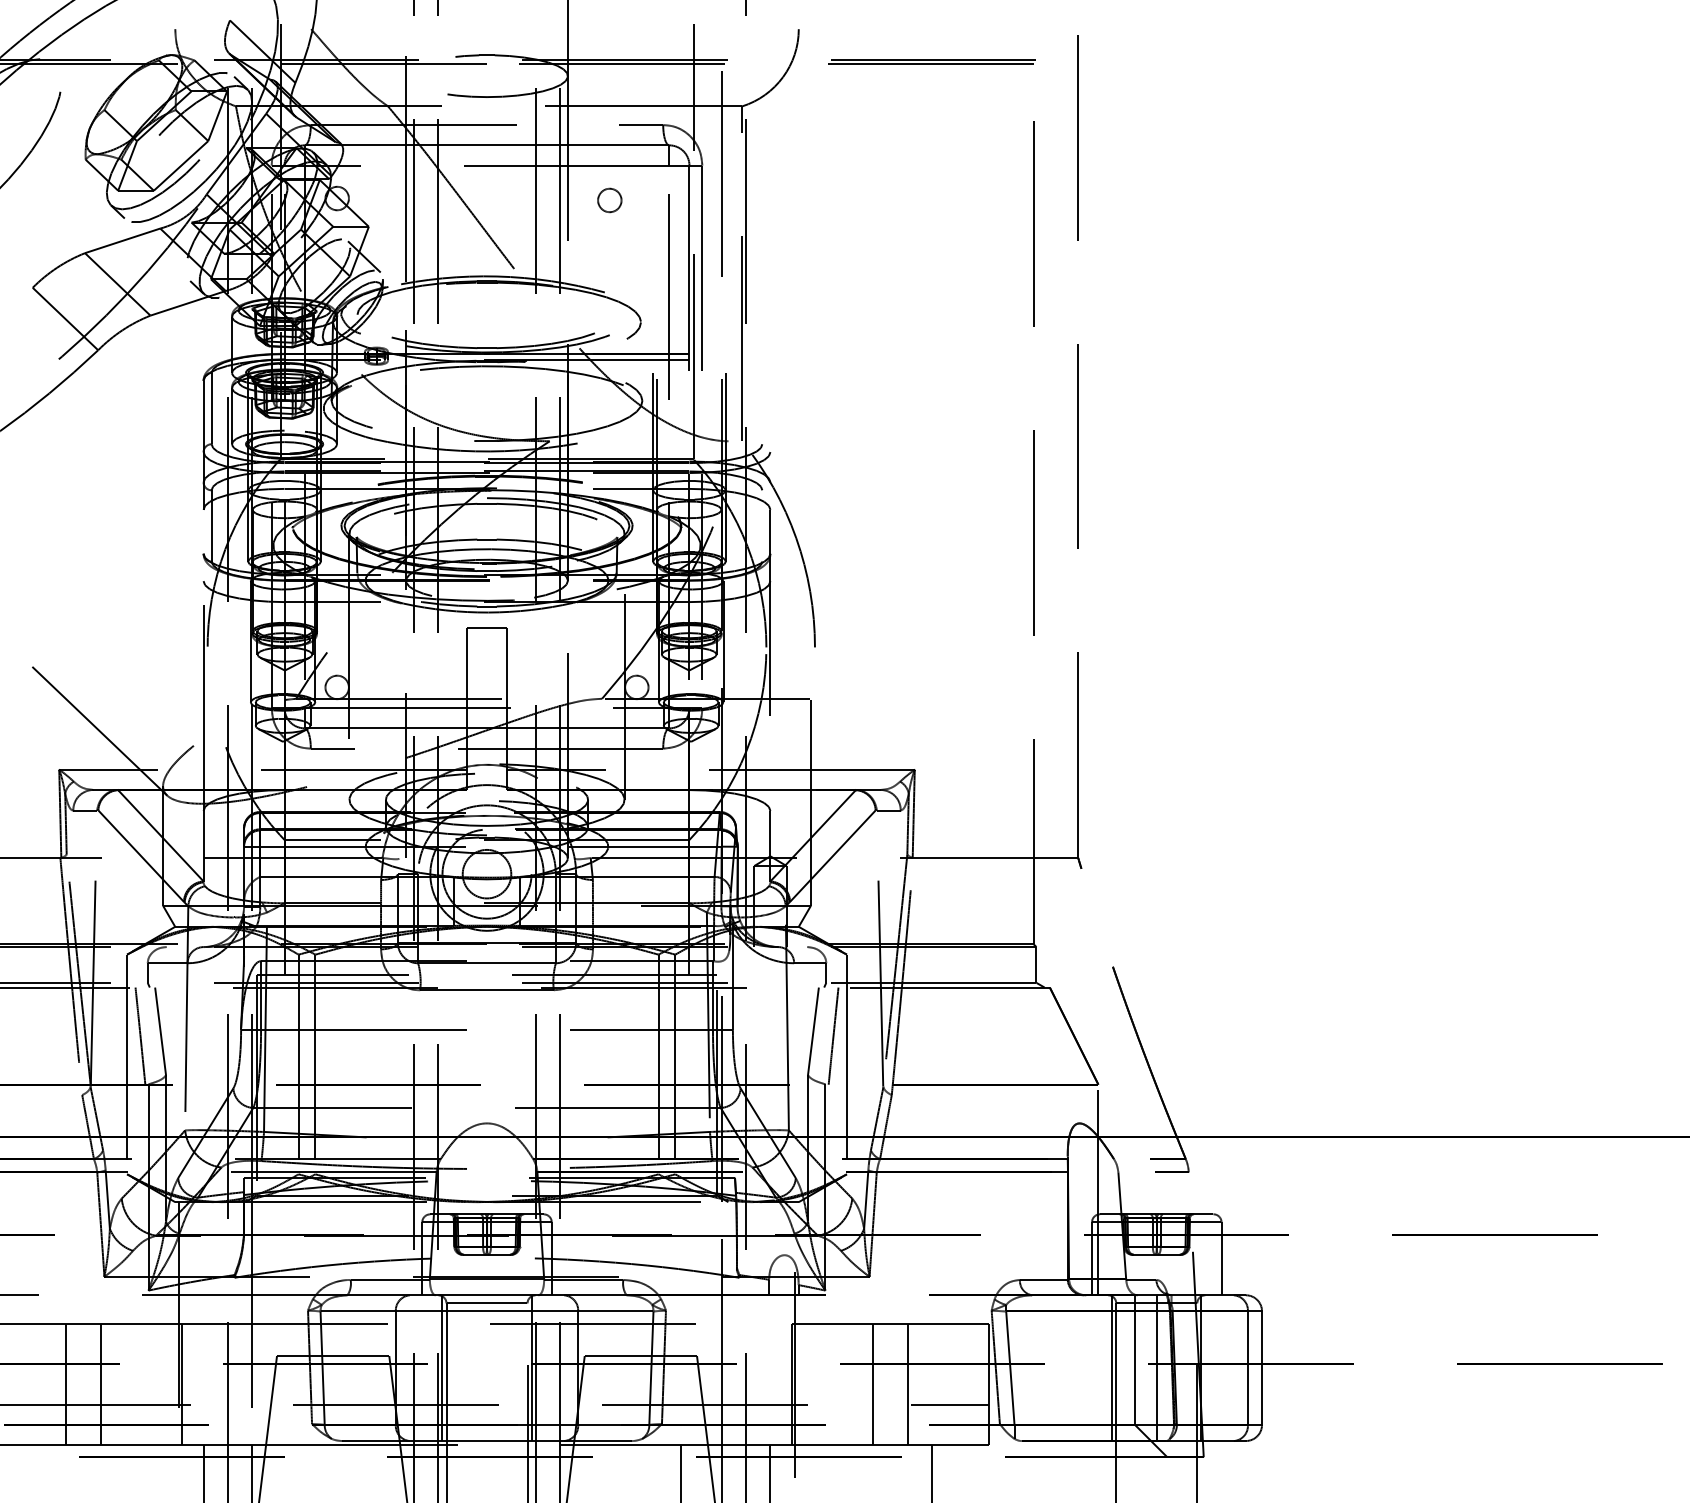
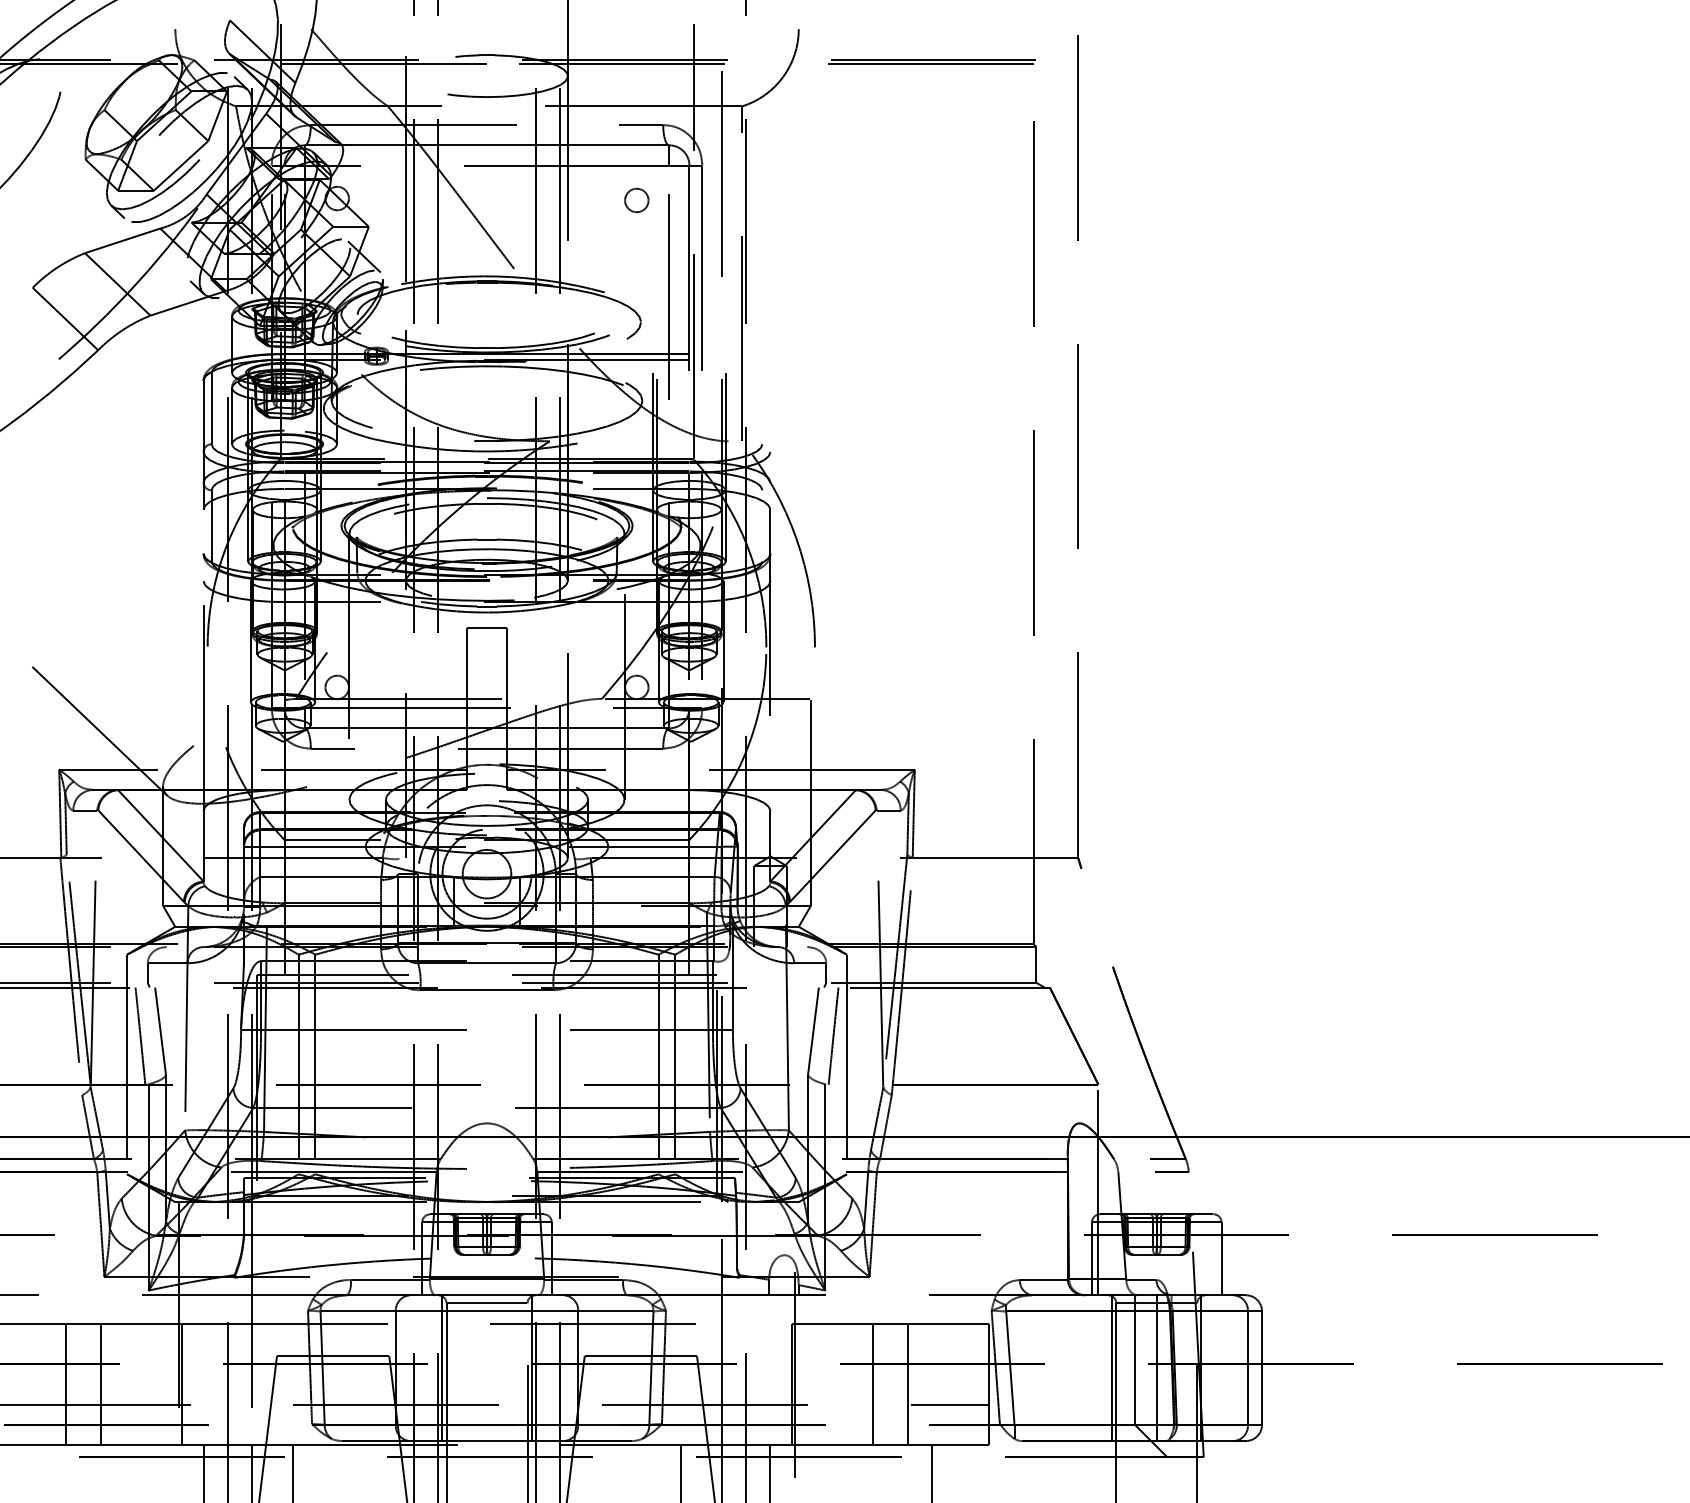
circle at (609, 200) position: (609, 200) -> (636, 200)
line at (292, 1472): none -> present
